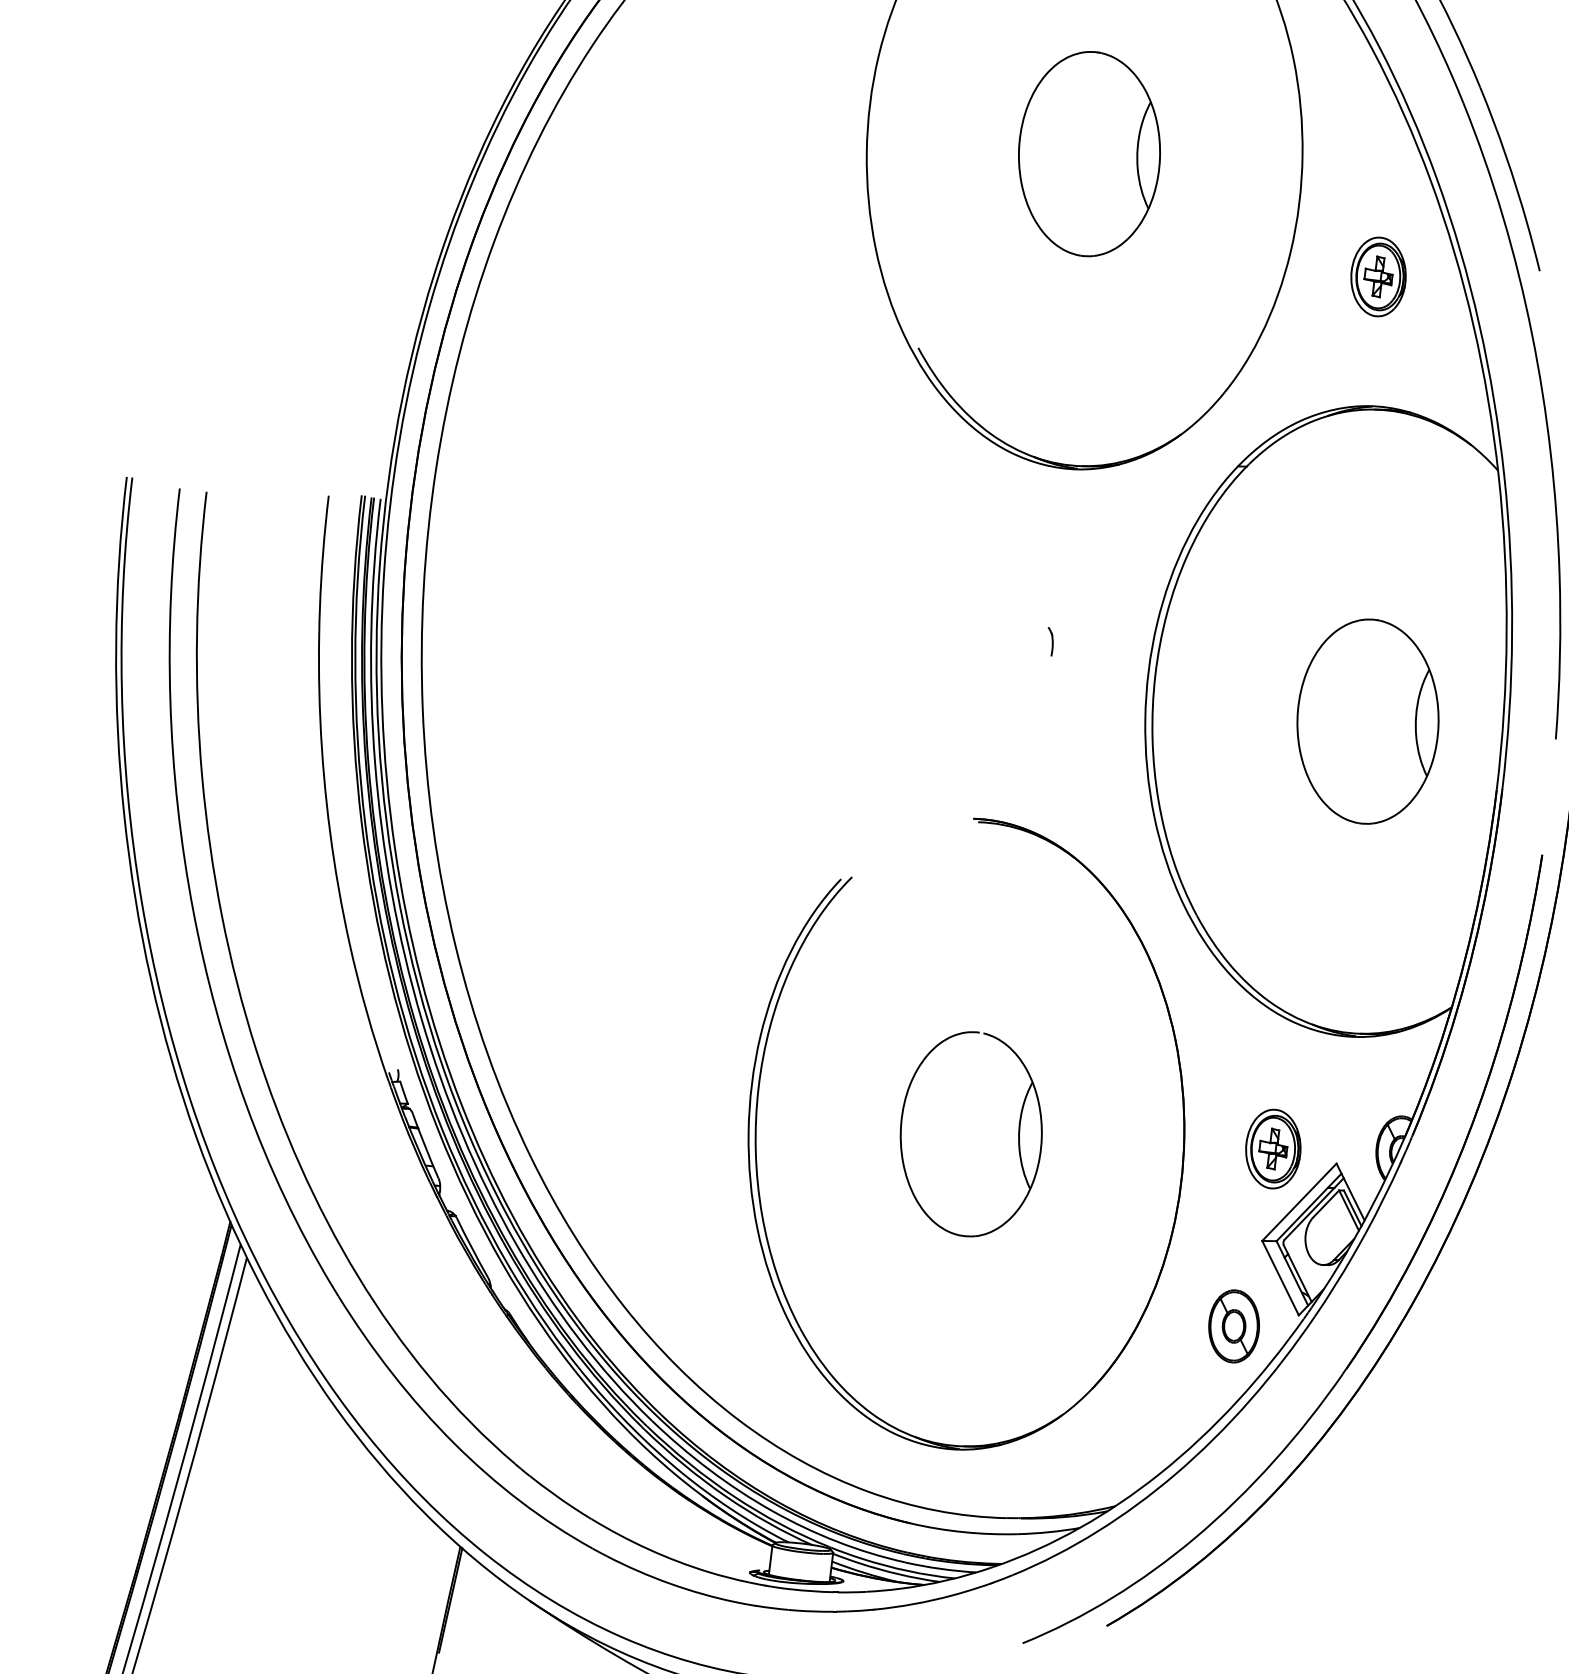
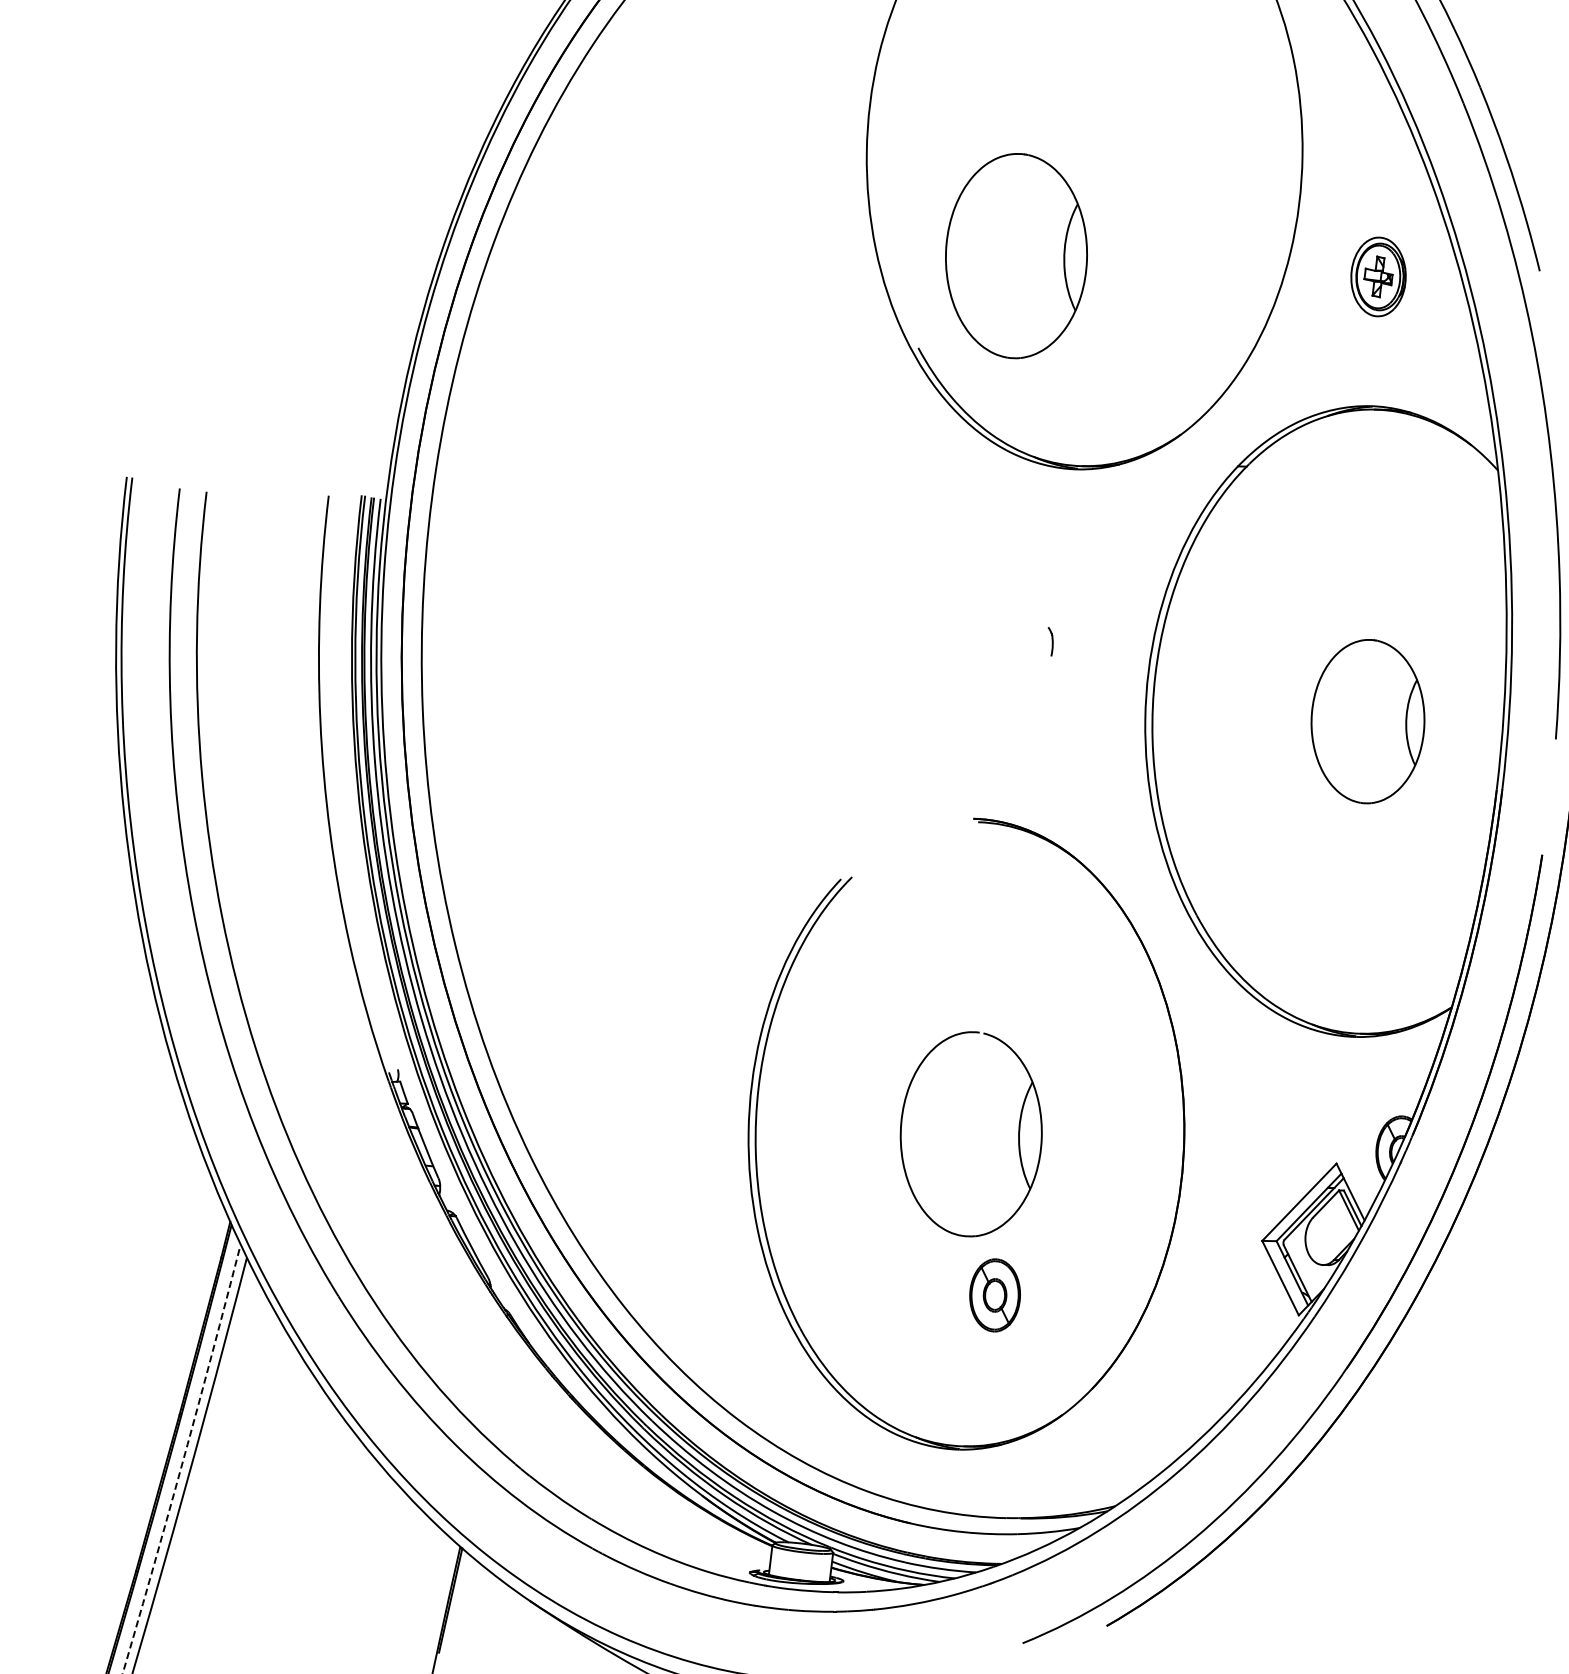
part at (1089, 154) position: (1089, 154) -> (1016, 256)
part at (1367, 721) size: 144x207 px -> 116x166 px
part at (1273, 1148): present -> none
part at (1233, 1326) position: (1233, 1326) -> (994, 1295)
arc at (183, 1460): solid -> dashed
